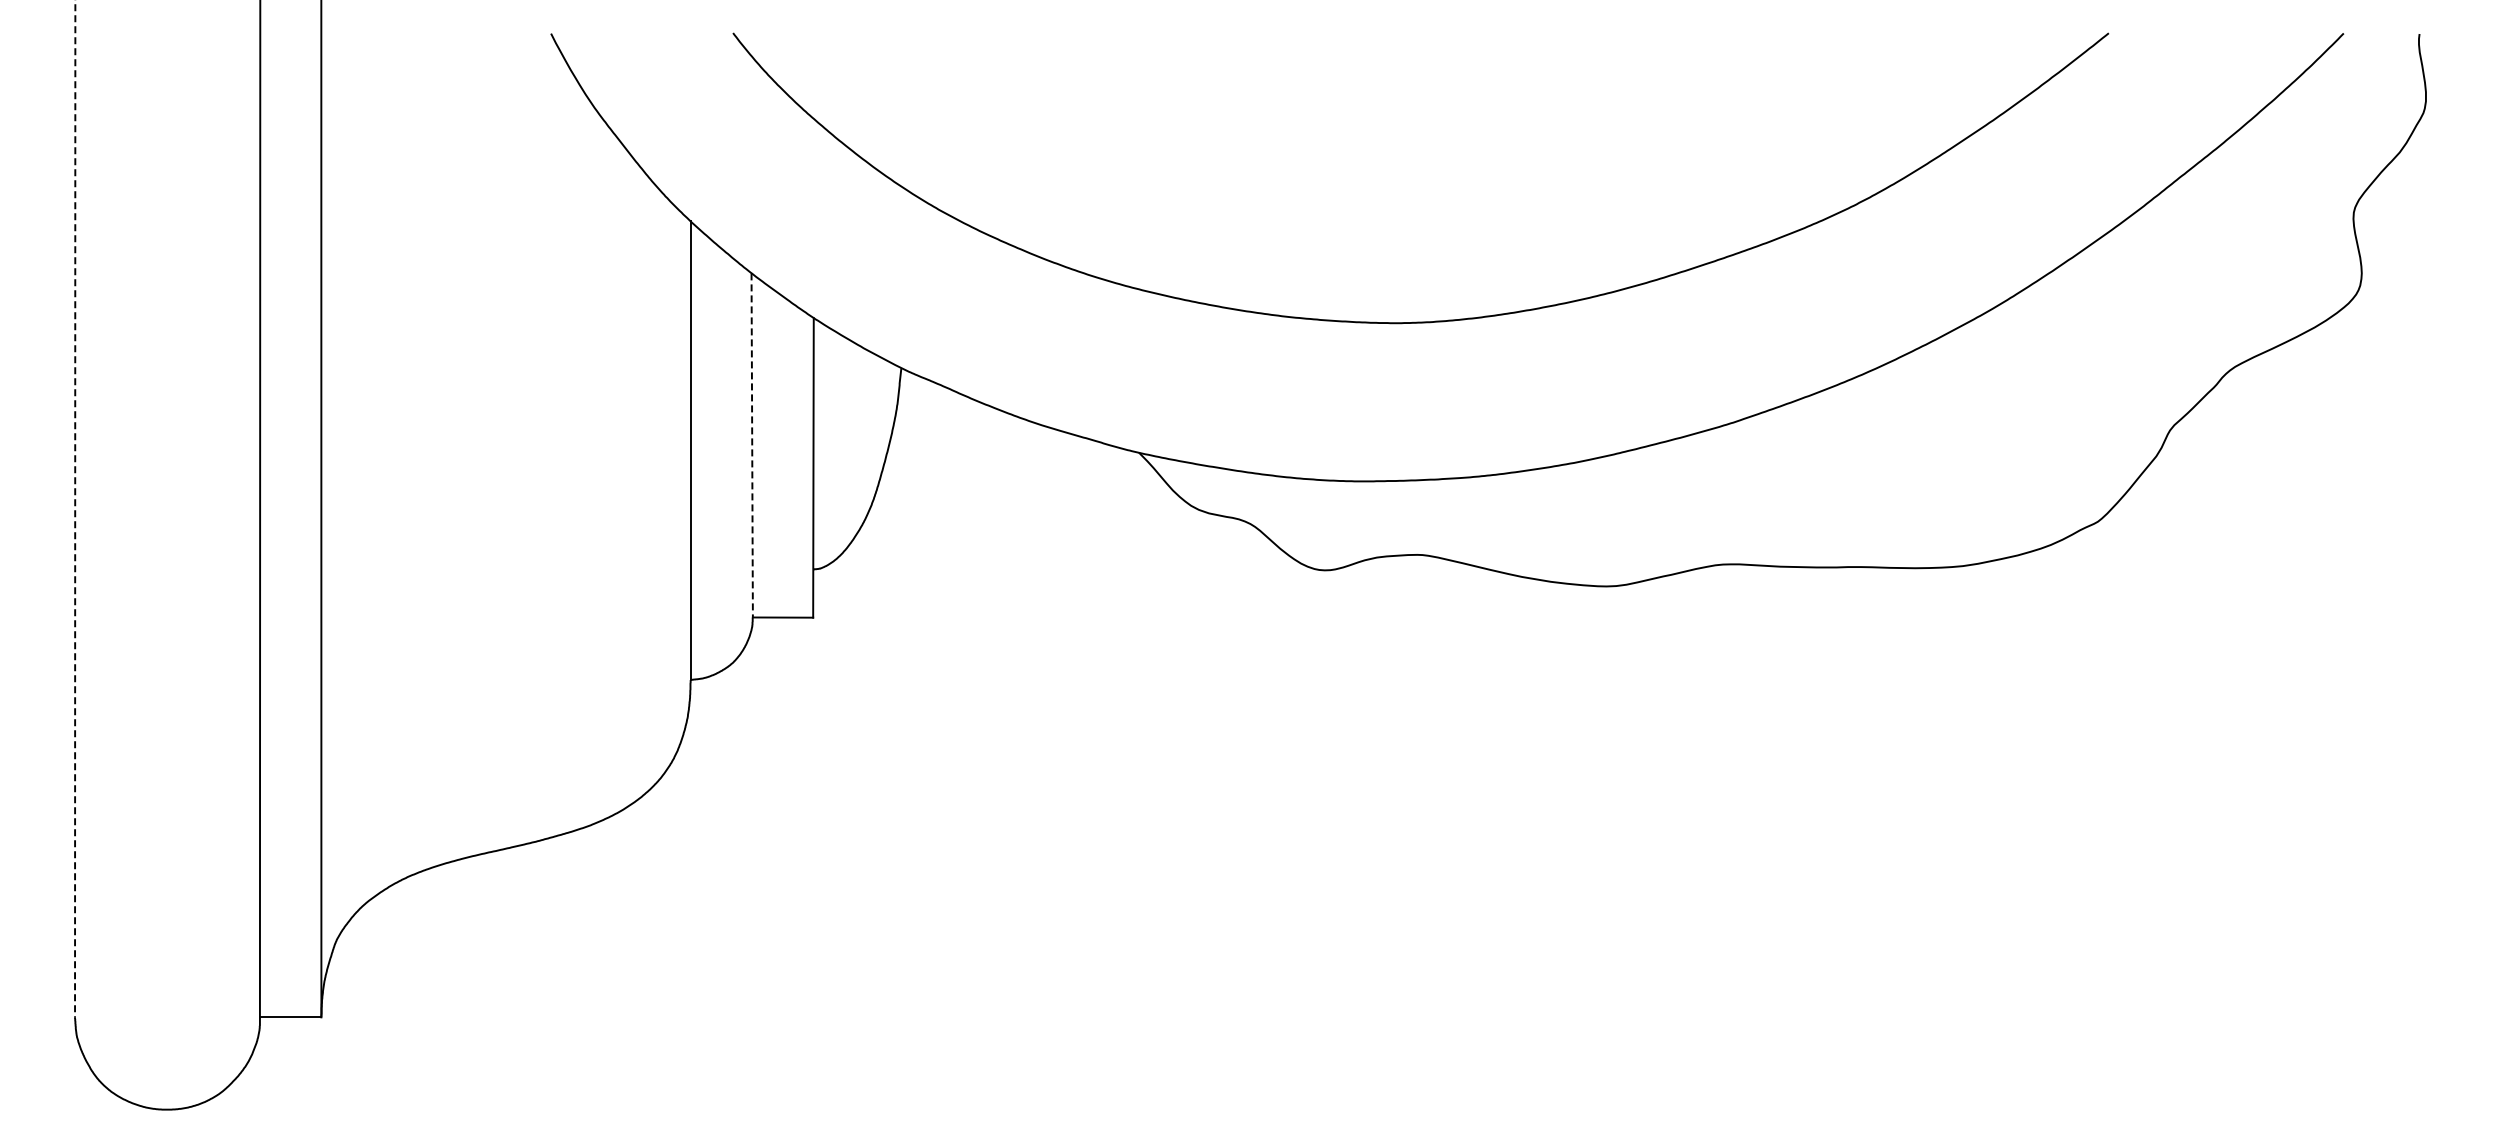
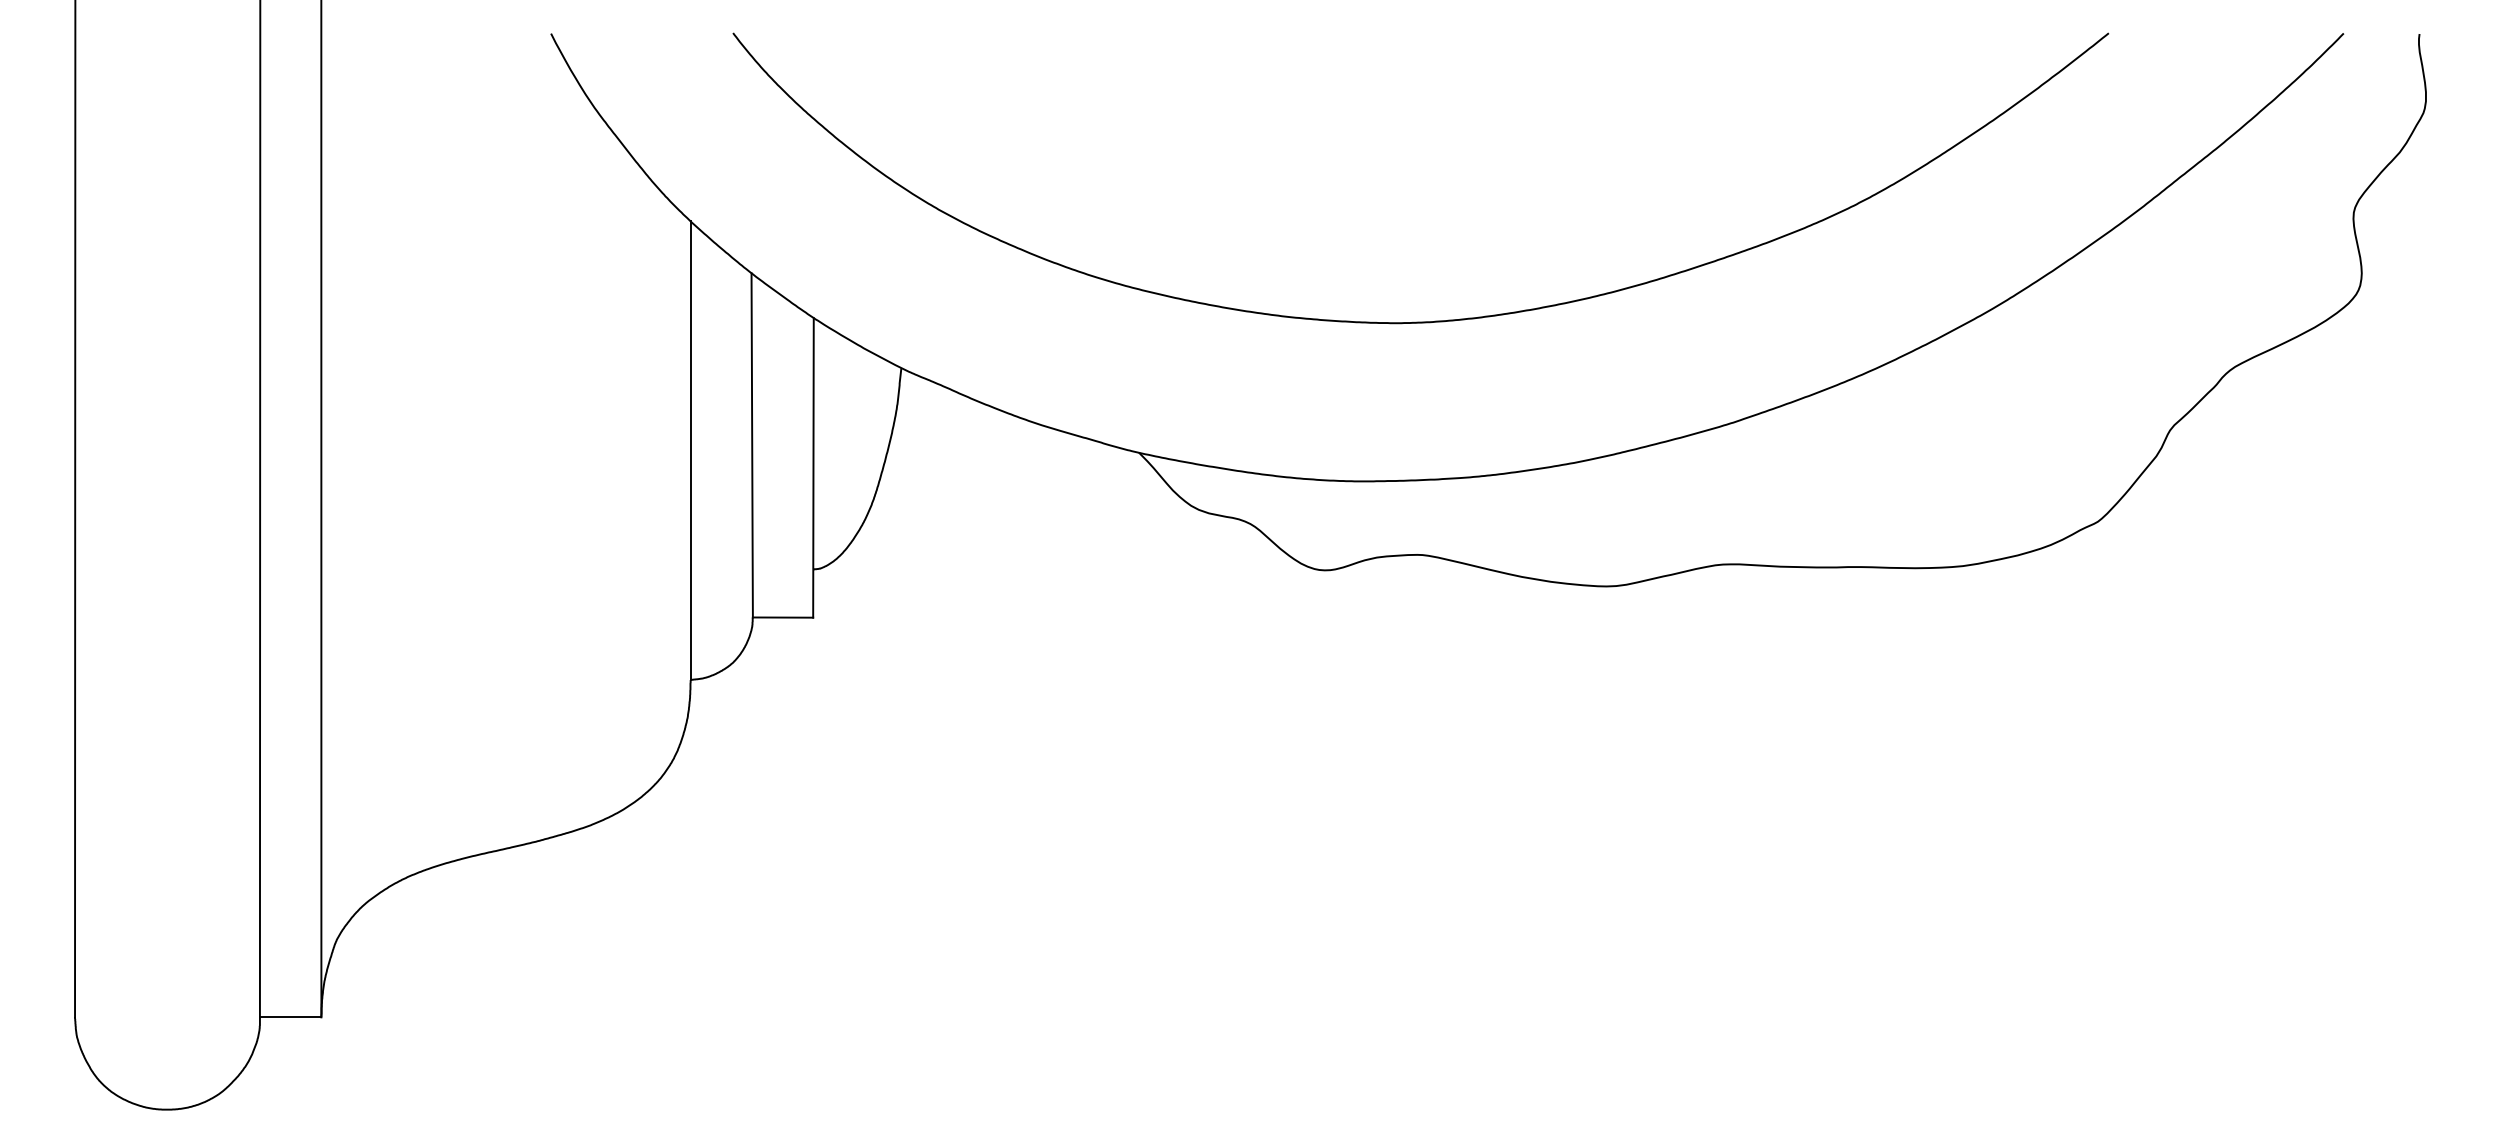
line at (752, 445): dashed -> solid
line at (75, 509): dashed -> solid
